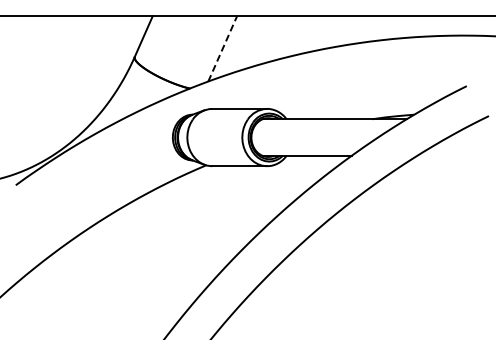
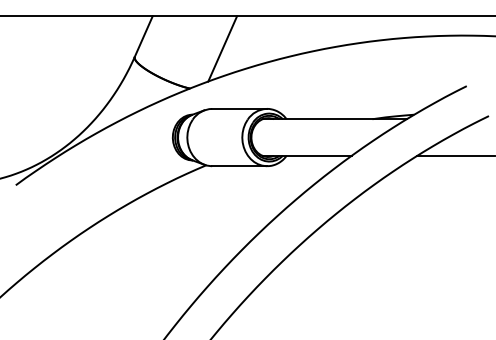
line at (222, 48): dashed -> solid
line at (454, 155): none -> present
